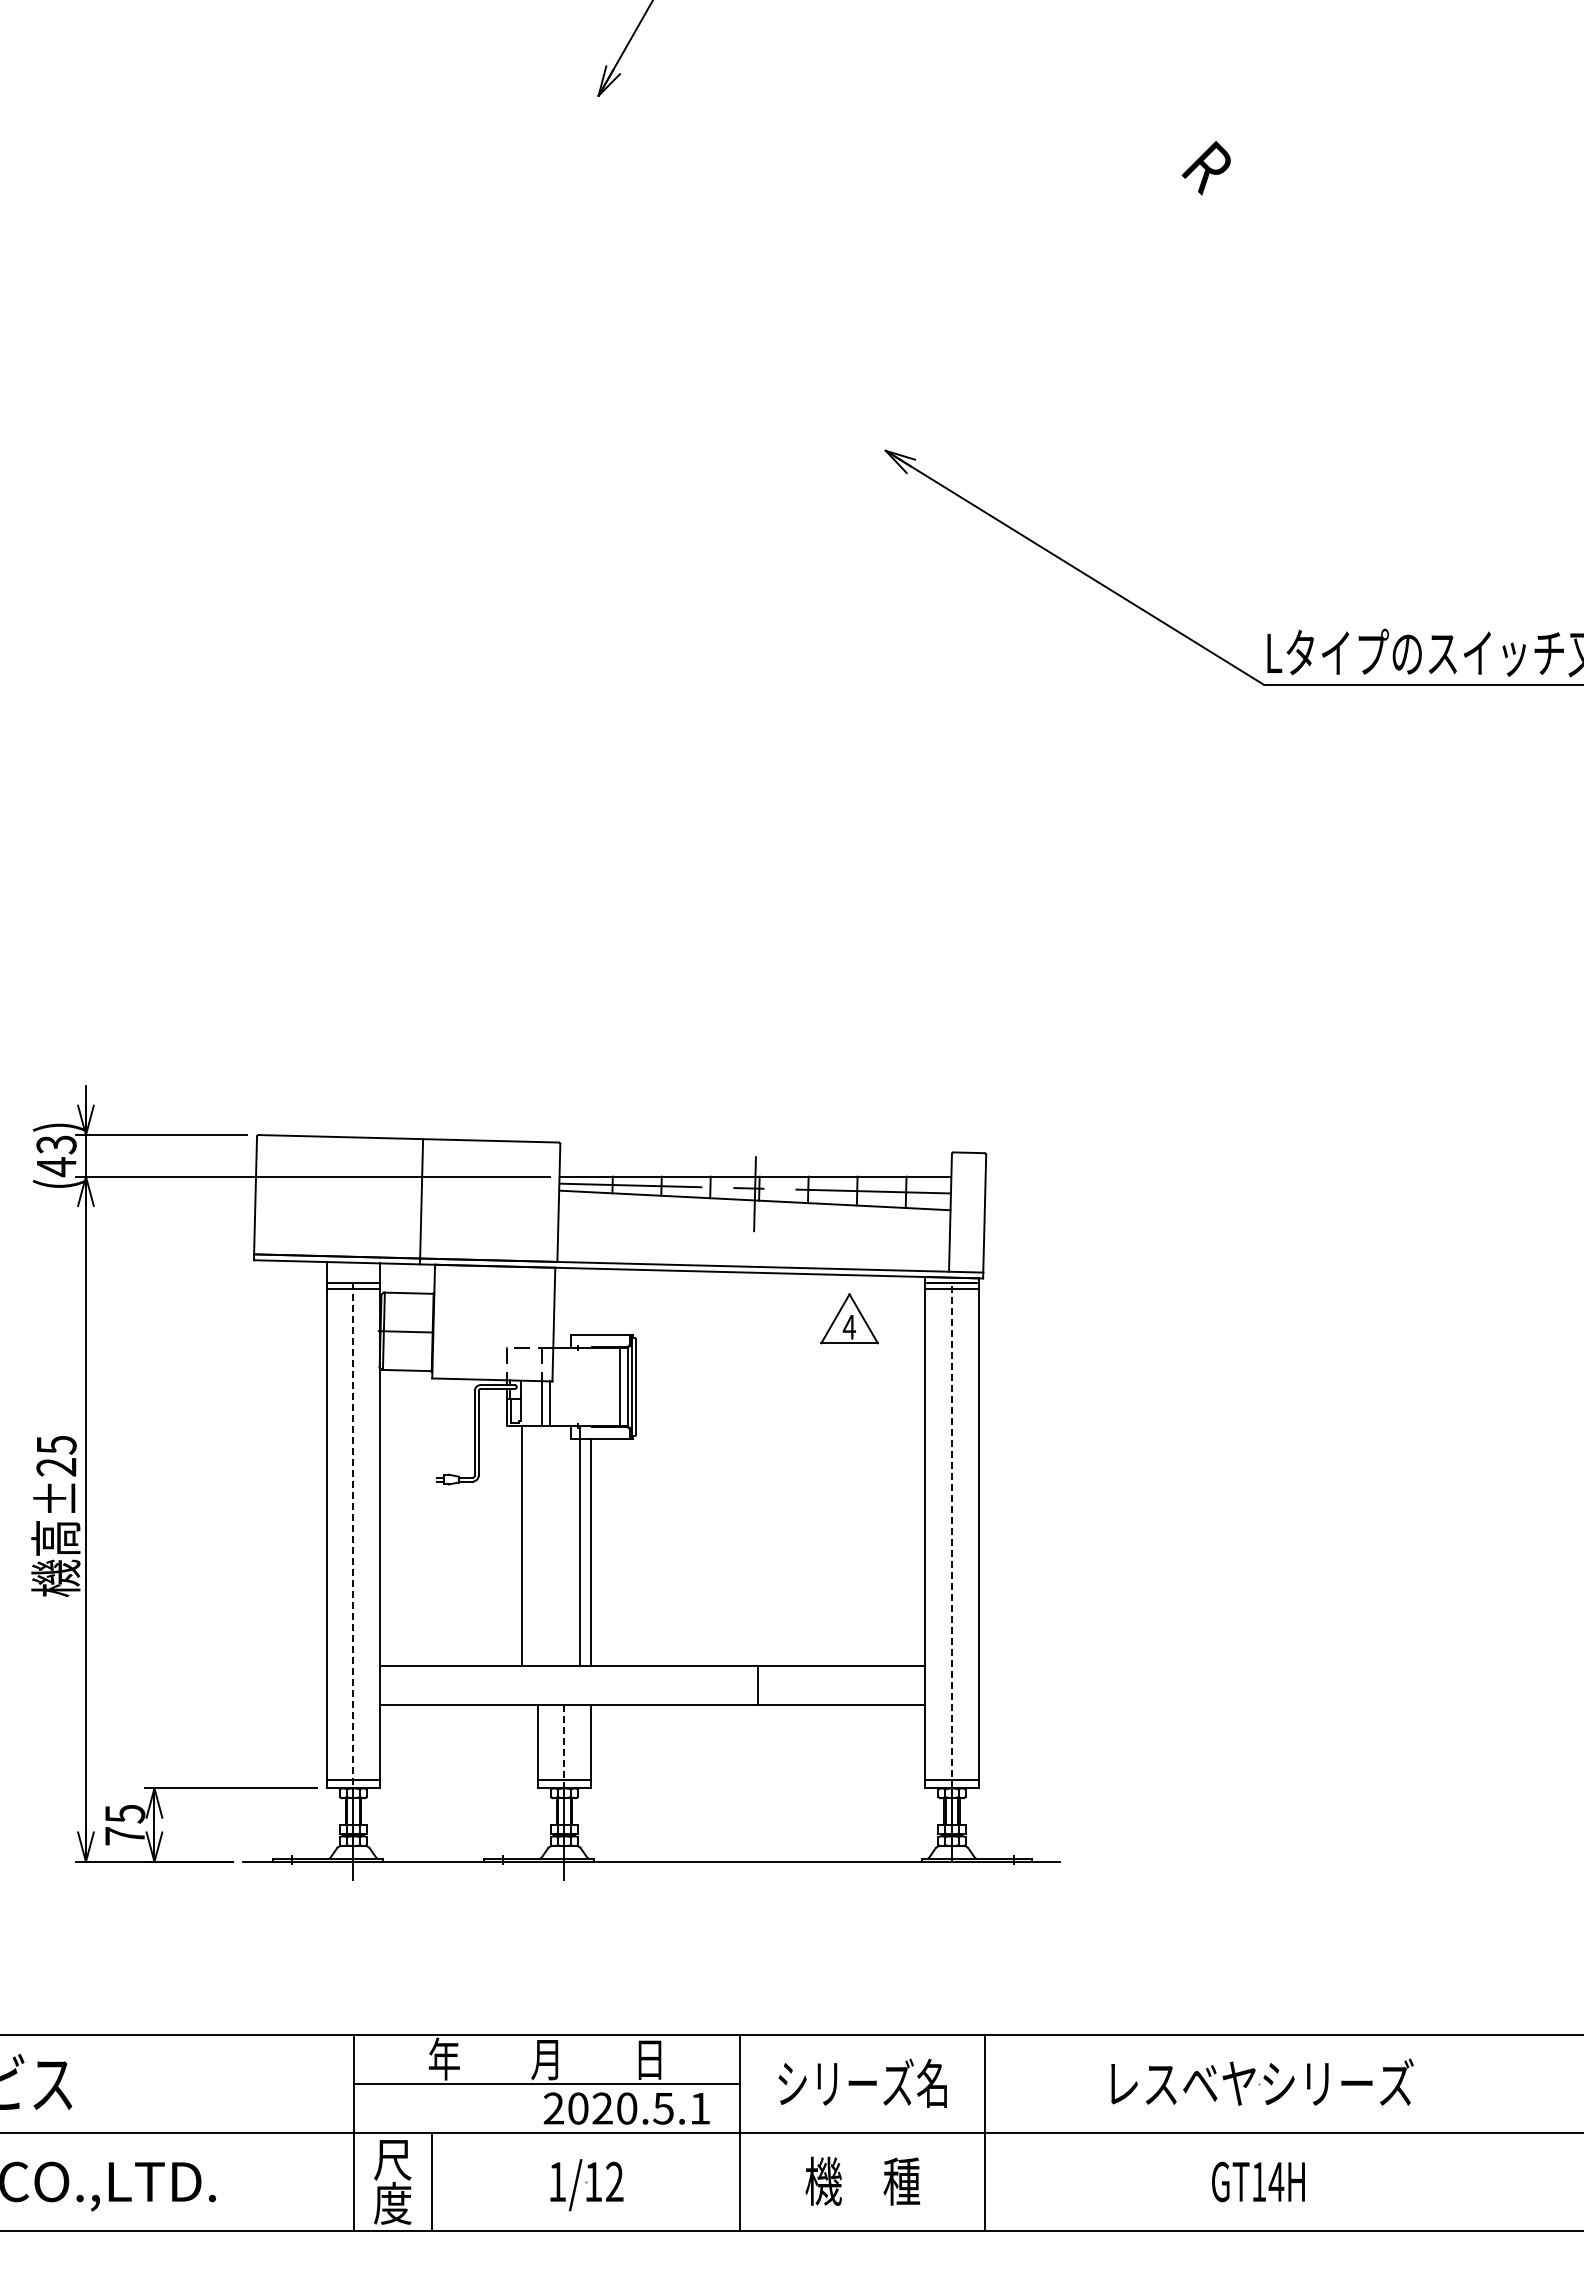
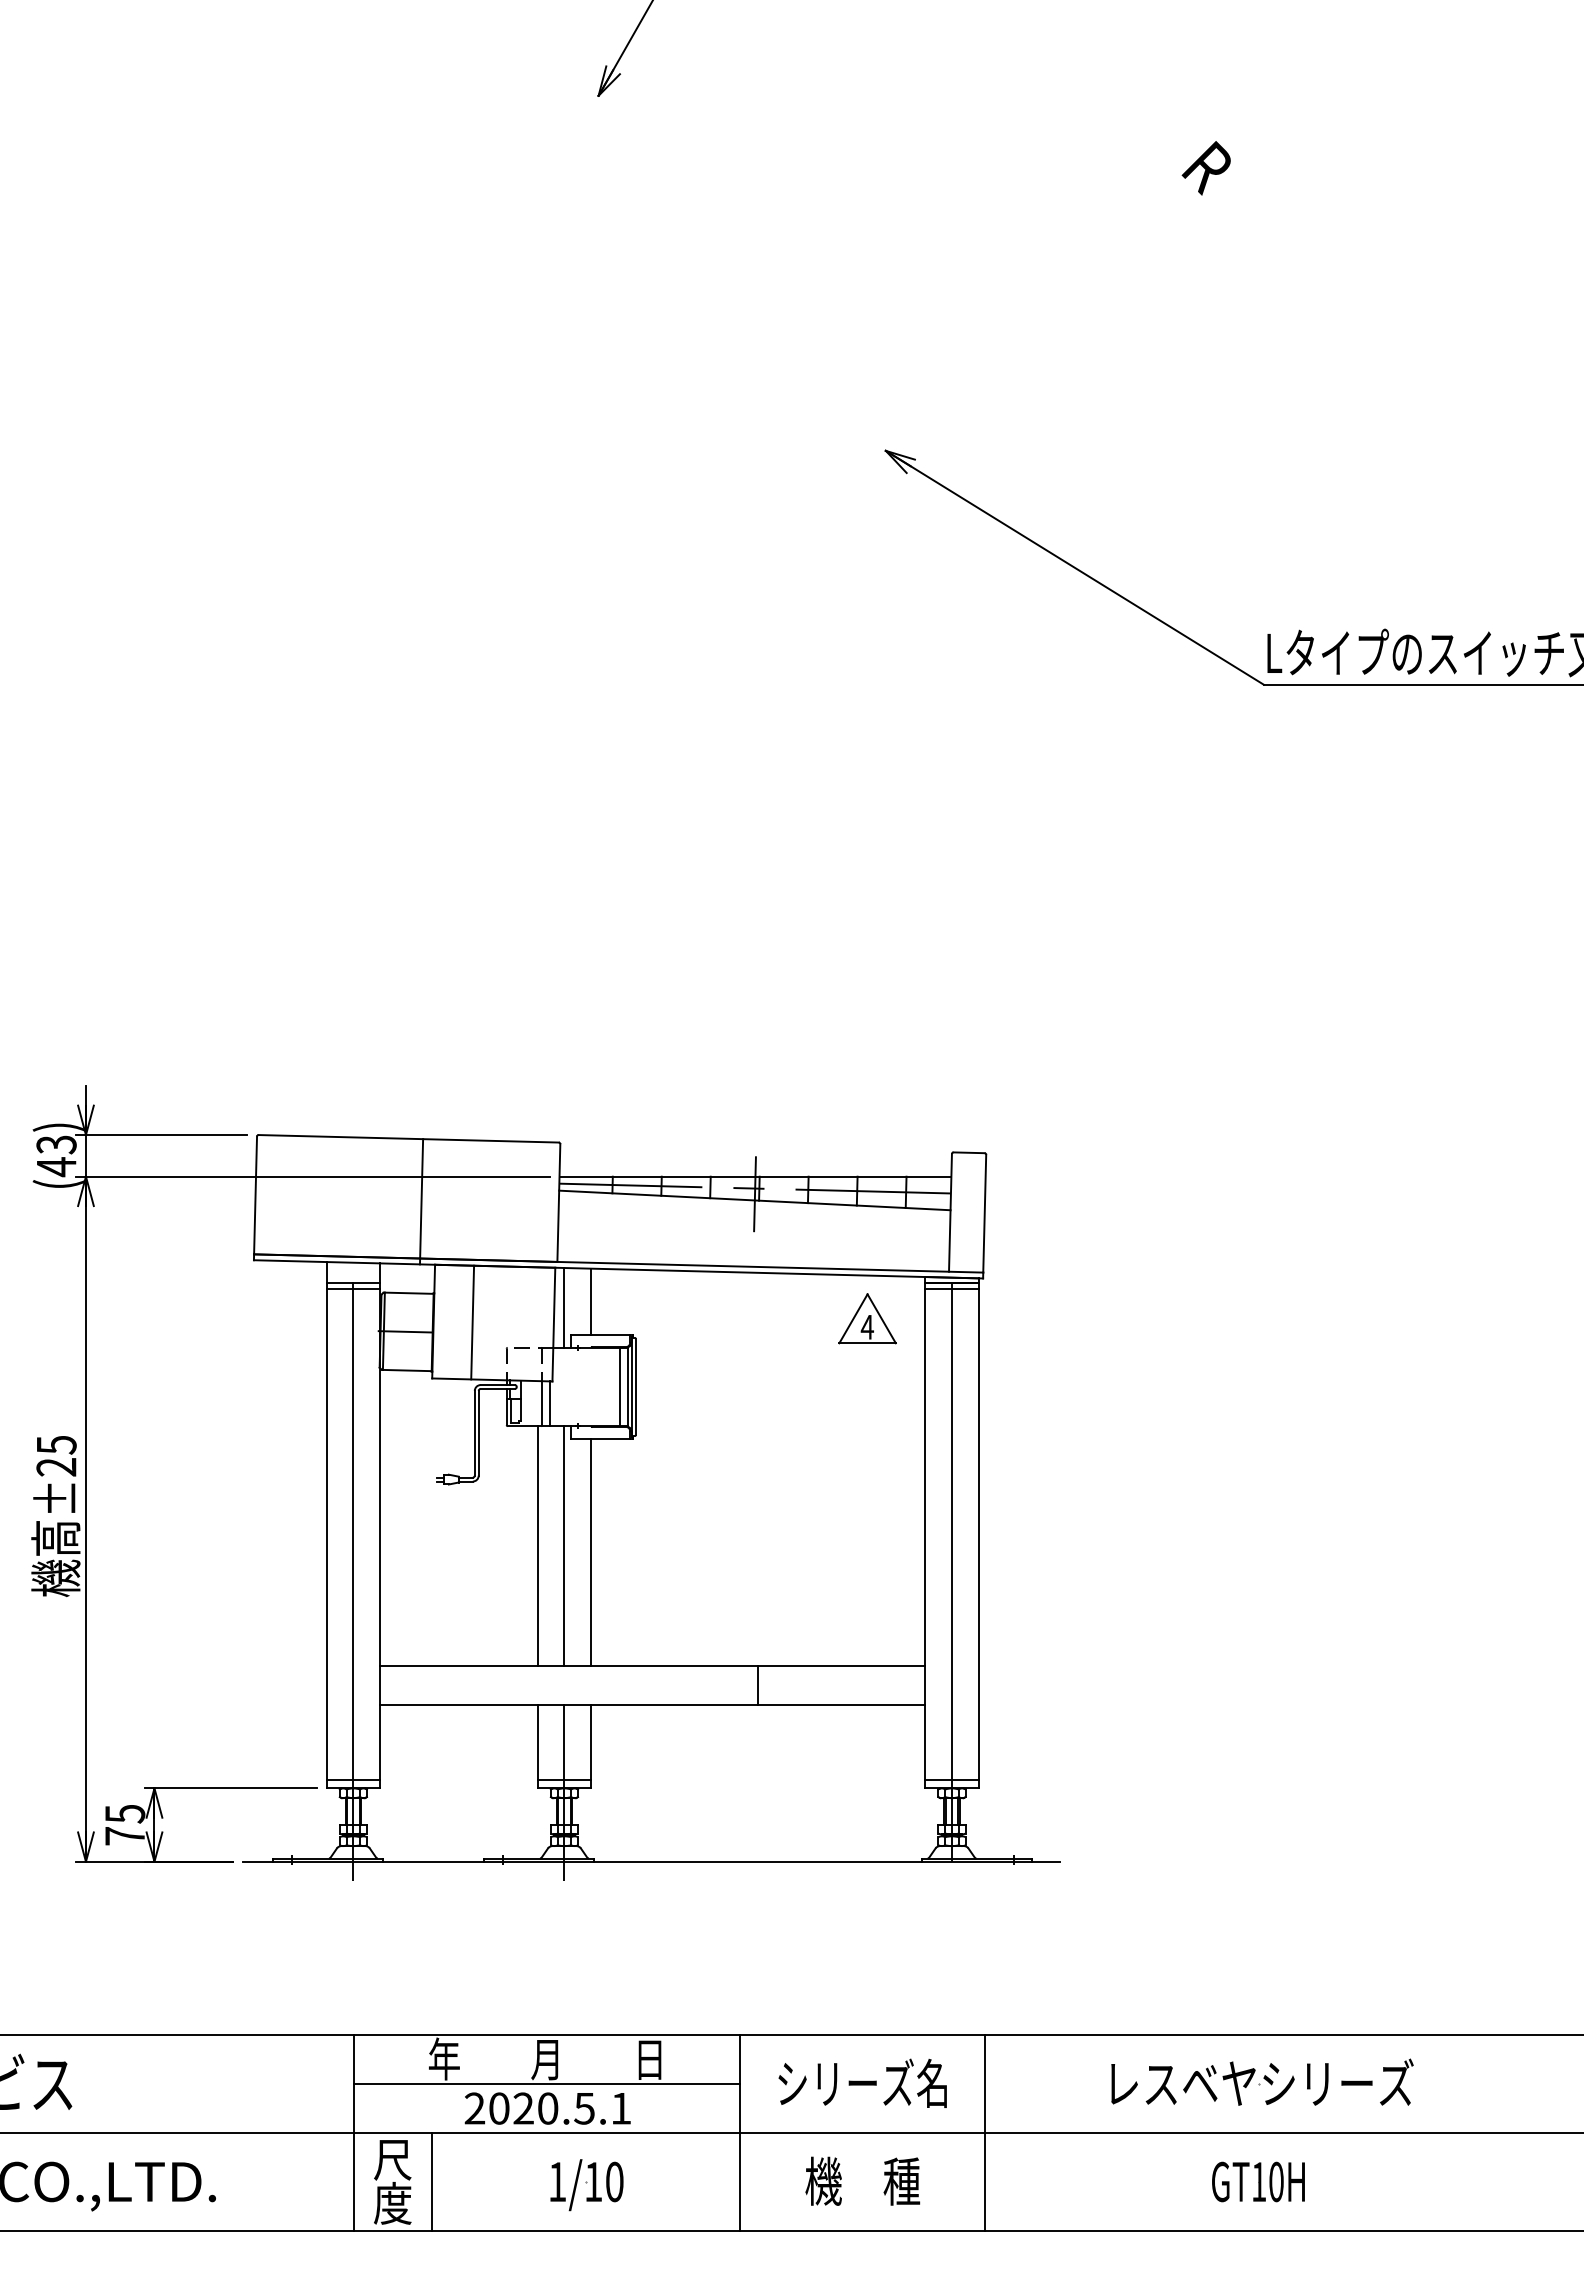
line at (591, 1301): none -> present
line at (564, 1307): none -> present
part at (849, 1318) position: (849, 1318) -> (867, 1318)
line at (472, 1322): none -> present
line at (353, 1535): dashed -> solid
line at (952, 1535): dashed -> solid
line at (521, 1546) position: (521, 1546) -> (537, 1546)
line at (580, 1546) position: (580, 1546) -> (564, 1546)
line at (564, 1746): dashed -> solid
text at (626, 2108) position: (626, 2108) -> (547, 2108)
text at (614, 2181): 1/12 -> 1/10
text at (1276, 2181): GT14H -> GT10H
